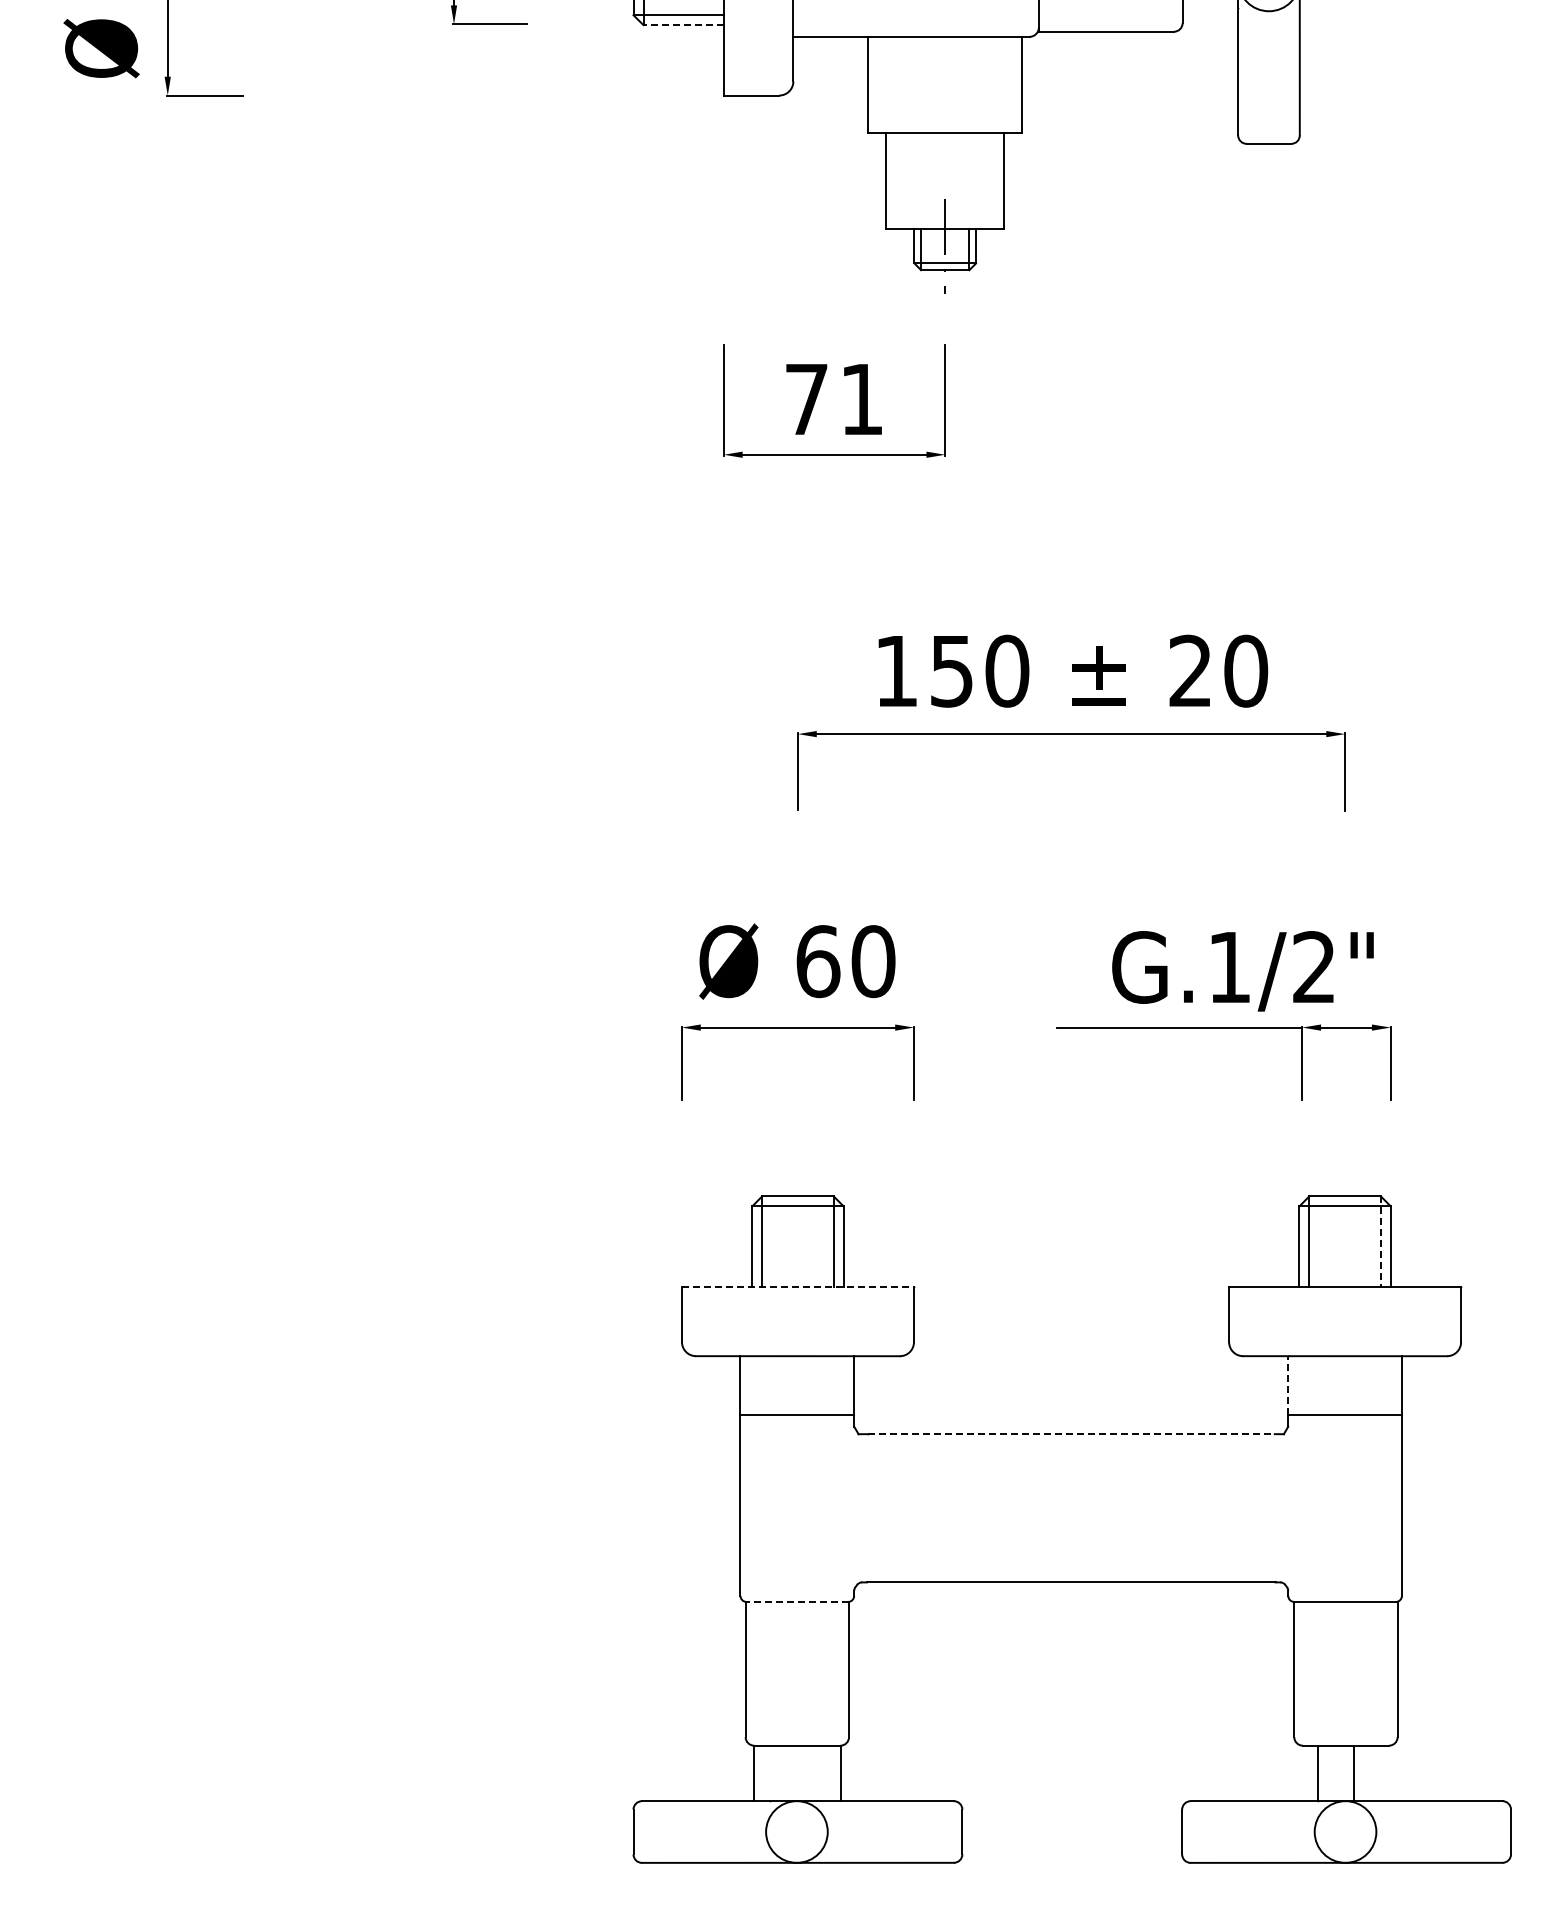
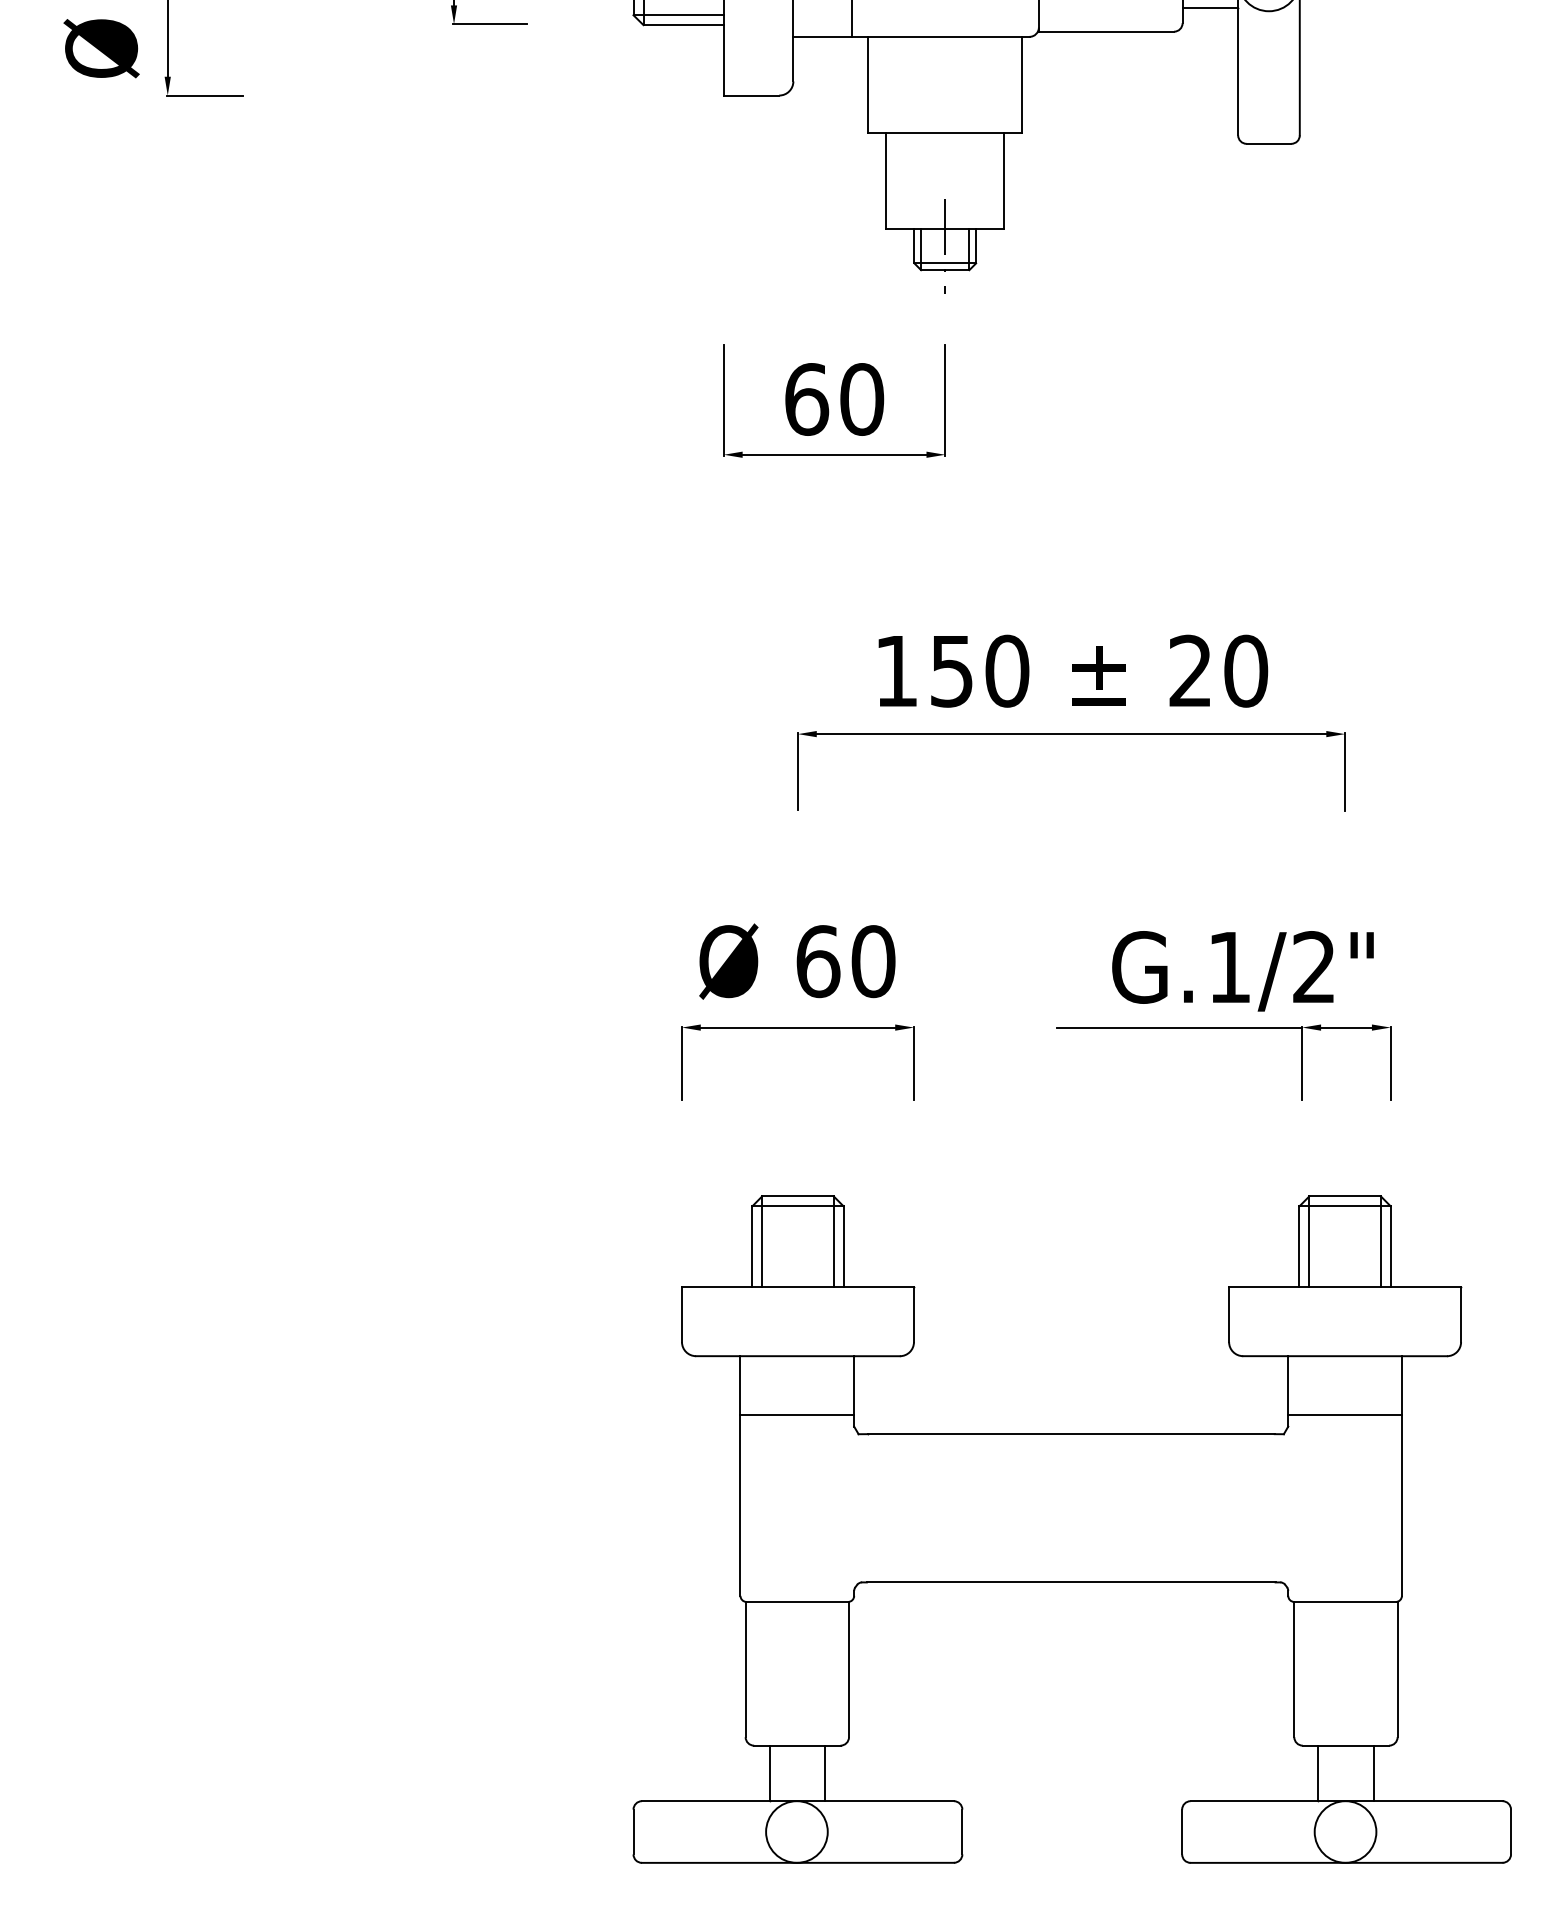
line at (1210, 7): none -> present
line at (851, 19): none -> present
line at (683, 25): dashed -> solid
text at (834, 399): 71 -> 60
line at (1380, 1242): dashed -> solid
line at (797, 1286): dashed -> solid
line at (1288, 1384): dashed -> solid
line at (1071, 1434): dashed -> solid
line at (797, 1601): dashed -> solid
line at (753, 1773) position: (753, 1773) -> (769, 1773)
line at (841, 1773) position: (841, 1773) -> (825, 1773)
line at (1353, 1773) position: (1353, 1773) -> (1373, 1773)
